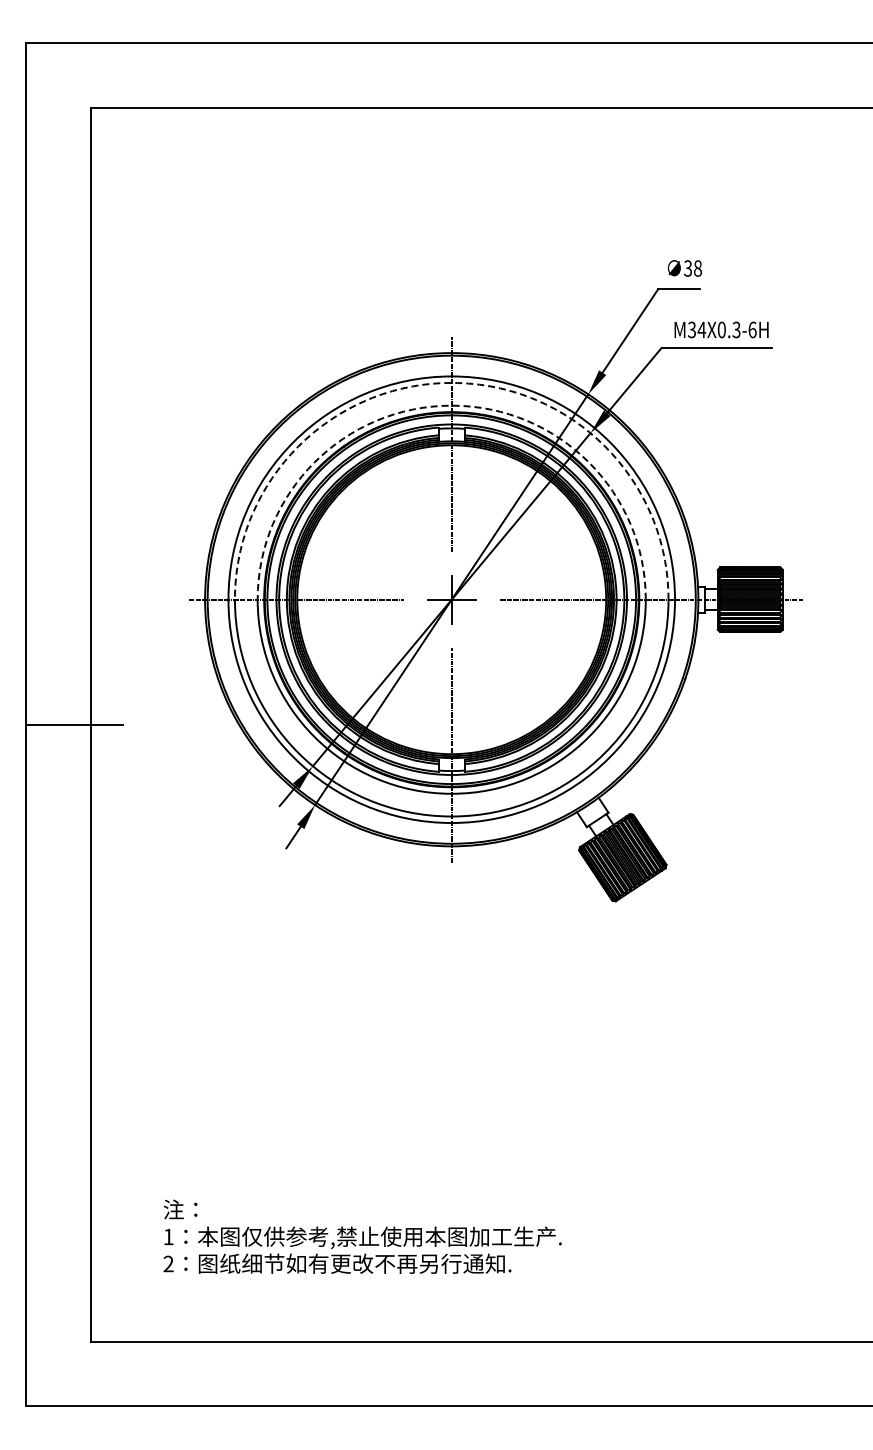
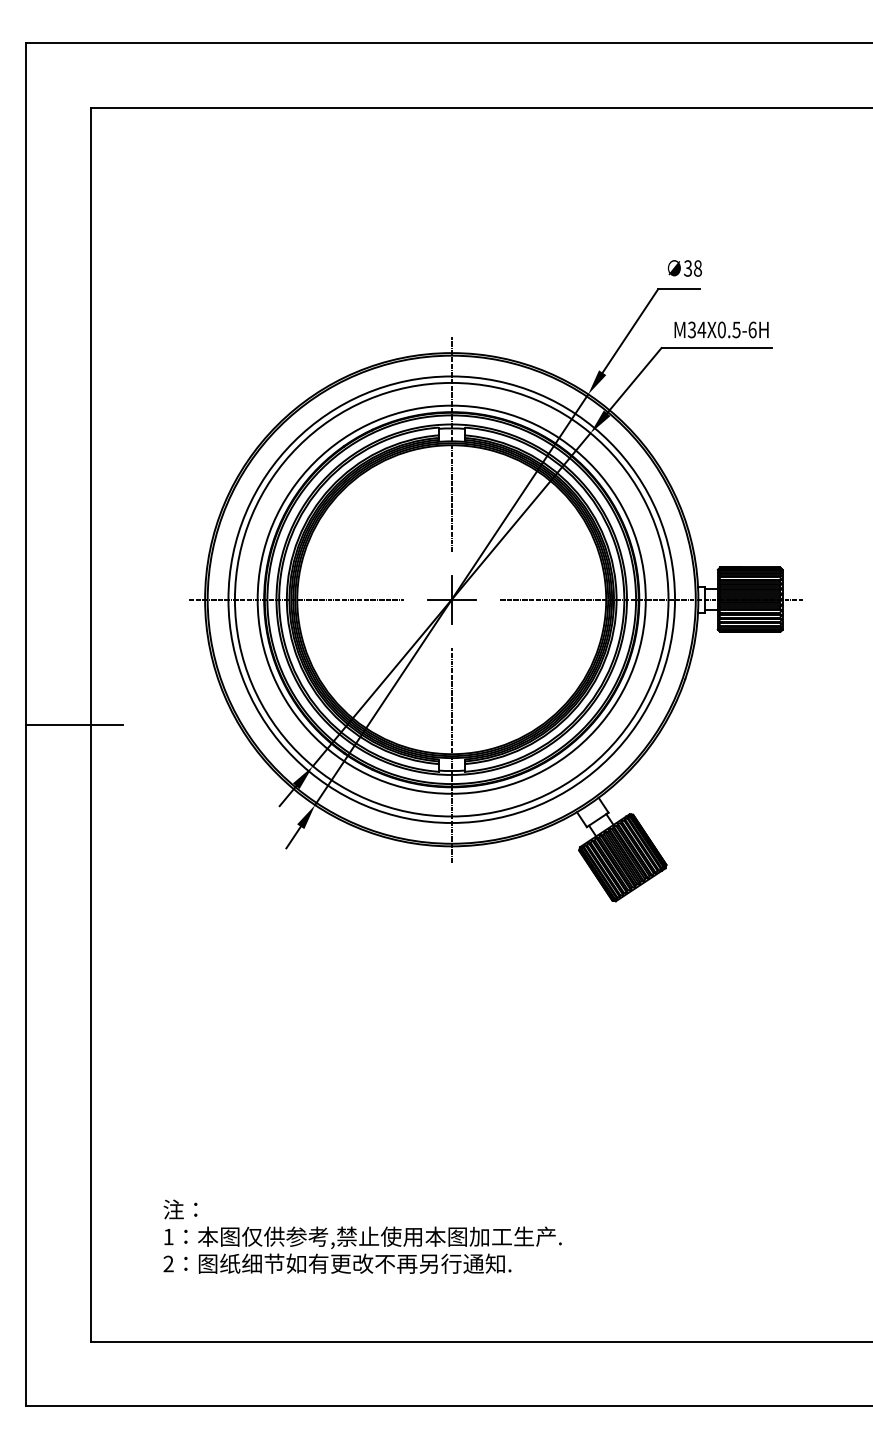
text at (736, 329): M34X0.3-6H -> M34X0.5-6H
arc at (451, 382): dashed -> solid
arc at (451, 405): dashed -> solid
